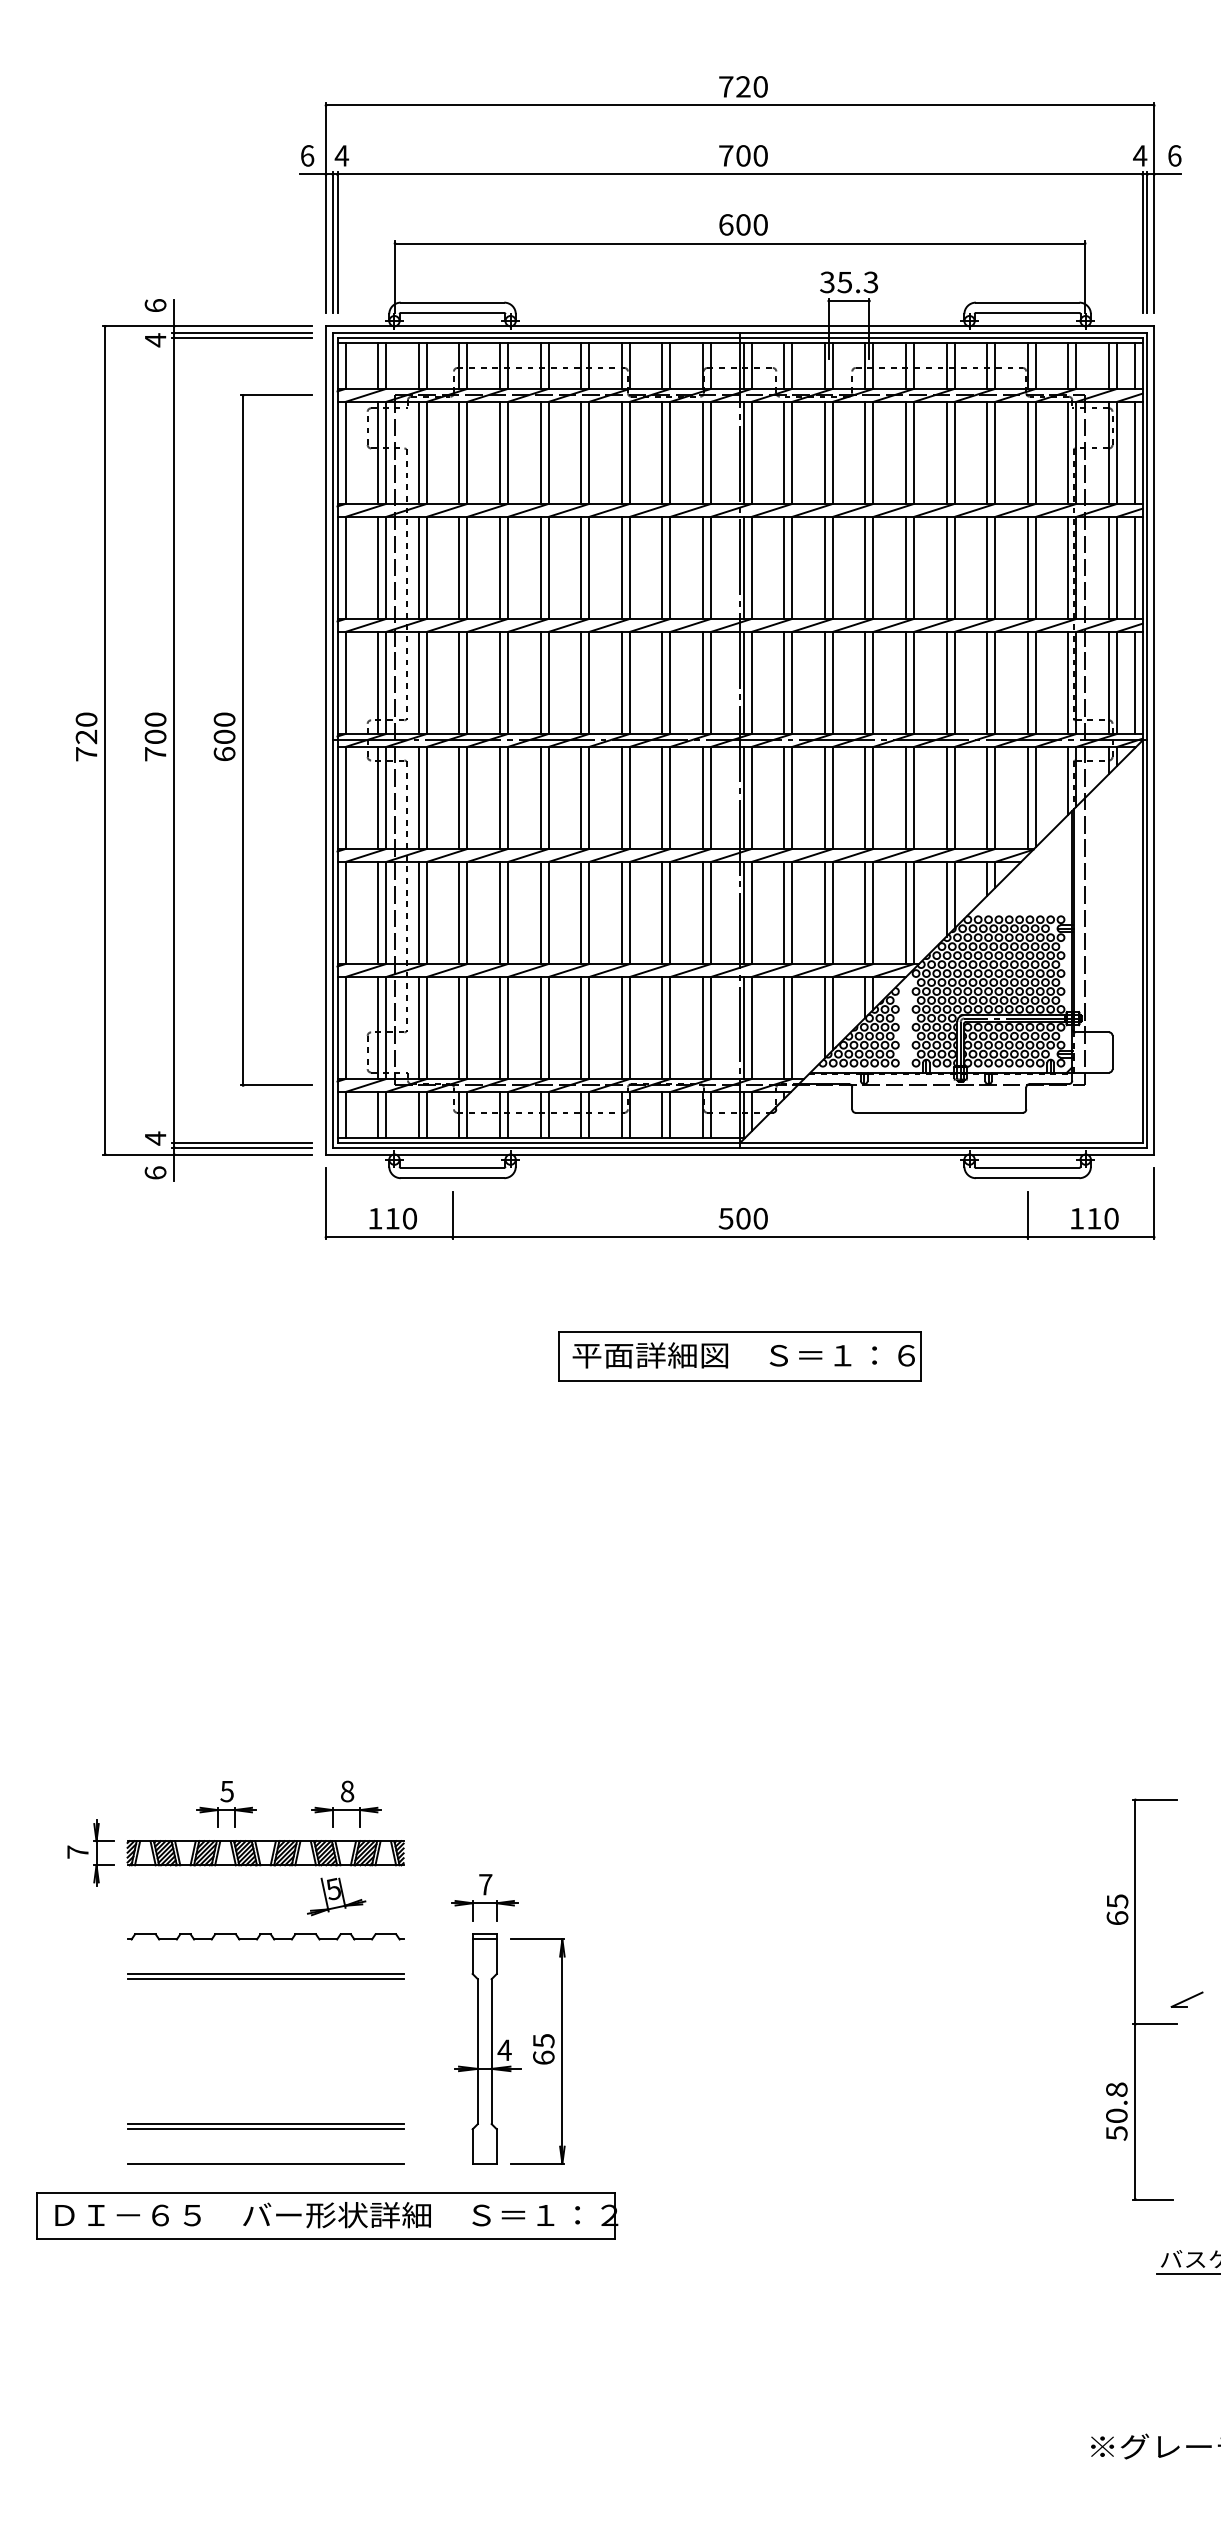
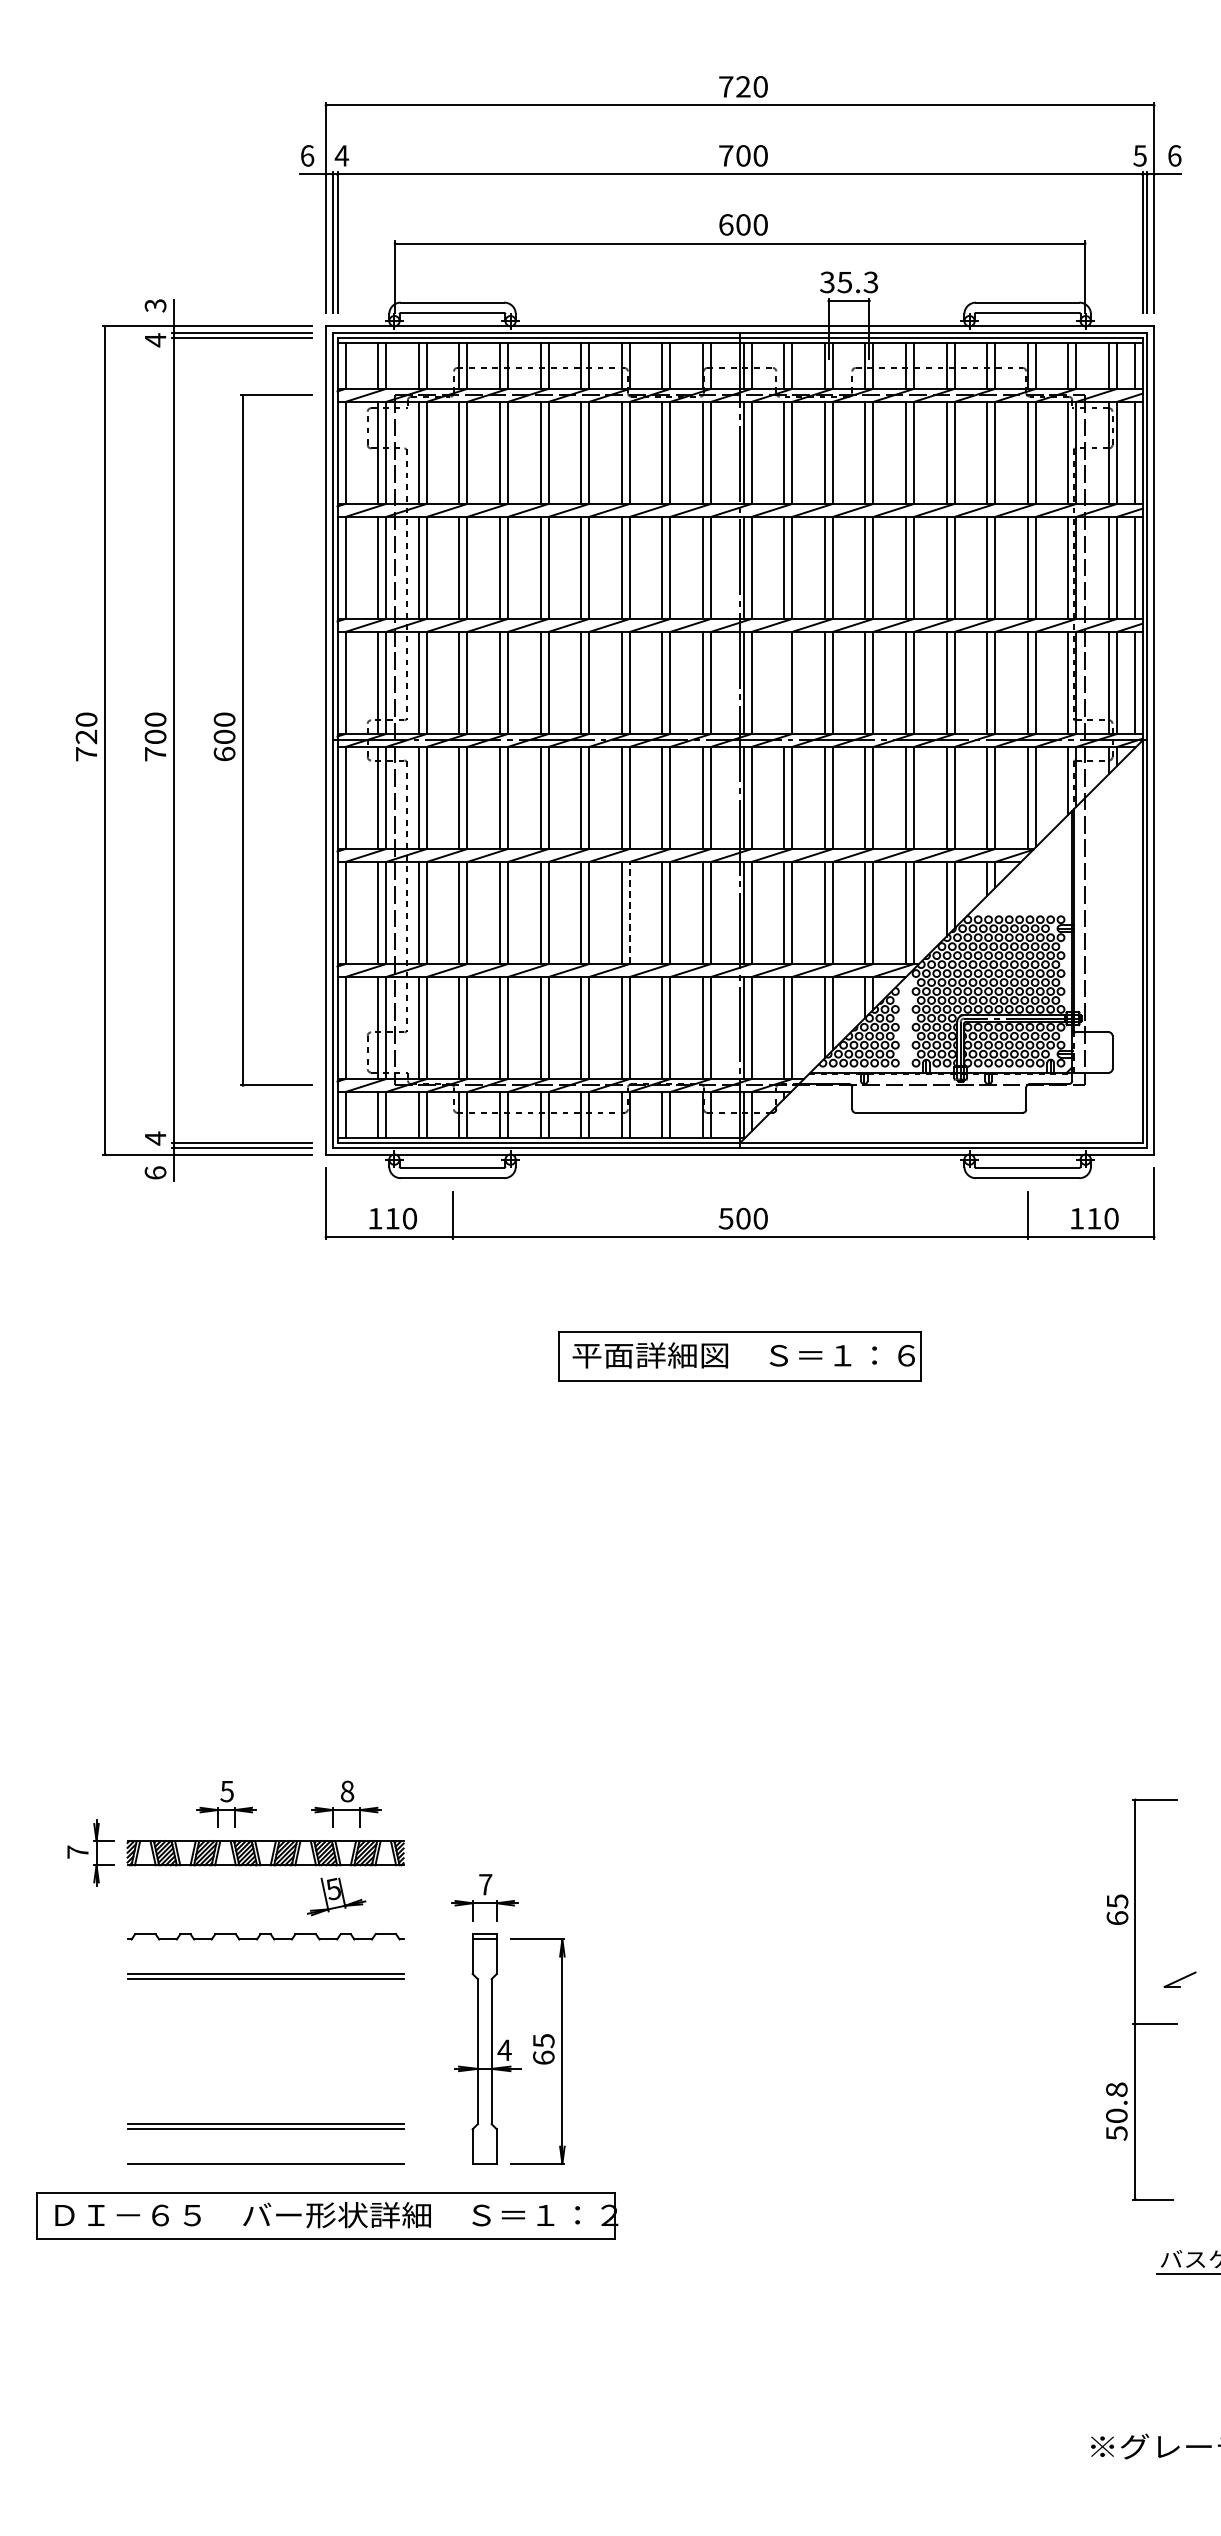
text at (1140, 155): 4 -> 5
text at (155, 305): 6 -> 3
line at (784, 682): present -> none
line at (629, 912): solid -> dashed
part at (1186, 1999) position: (1186, 1999) -> (1179, 1979)
